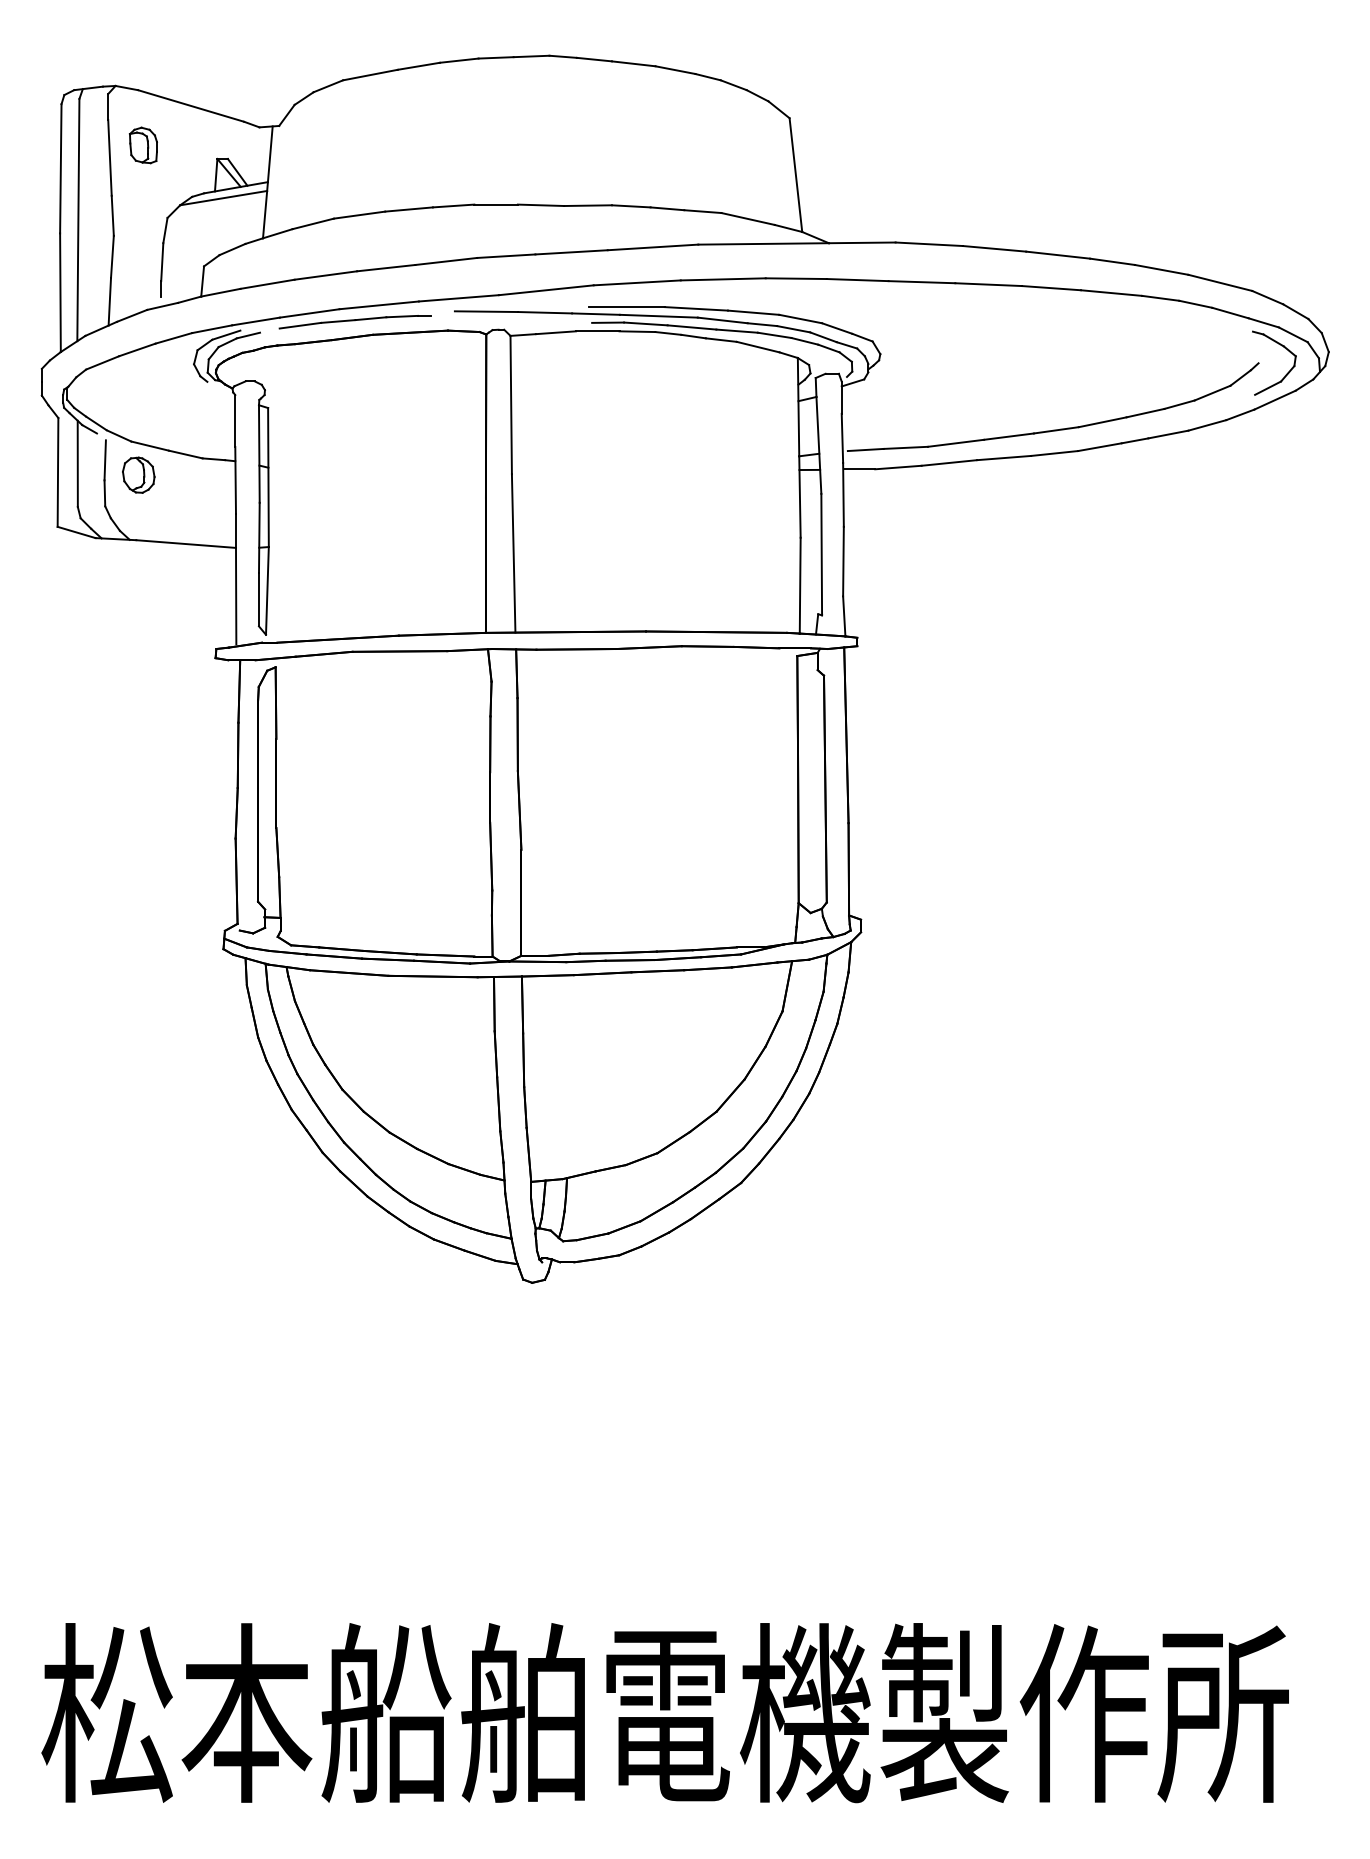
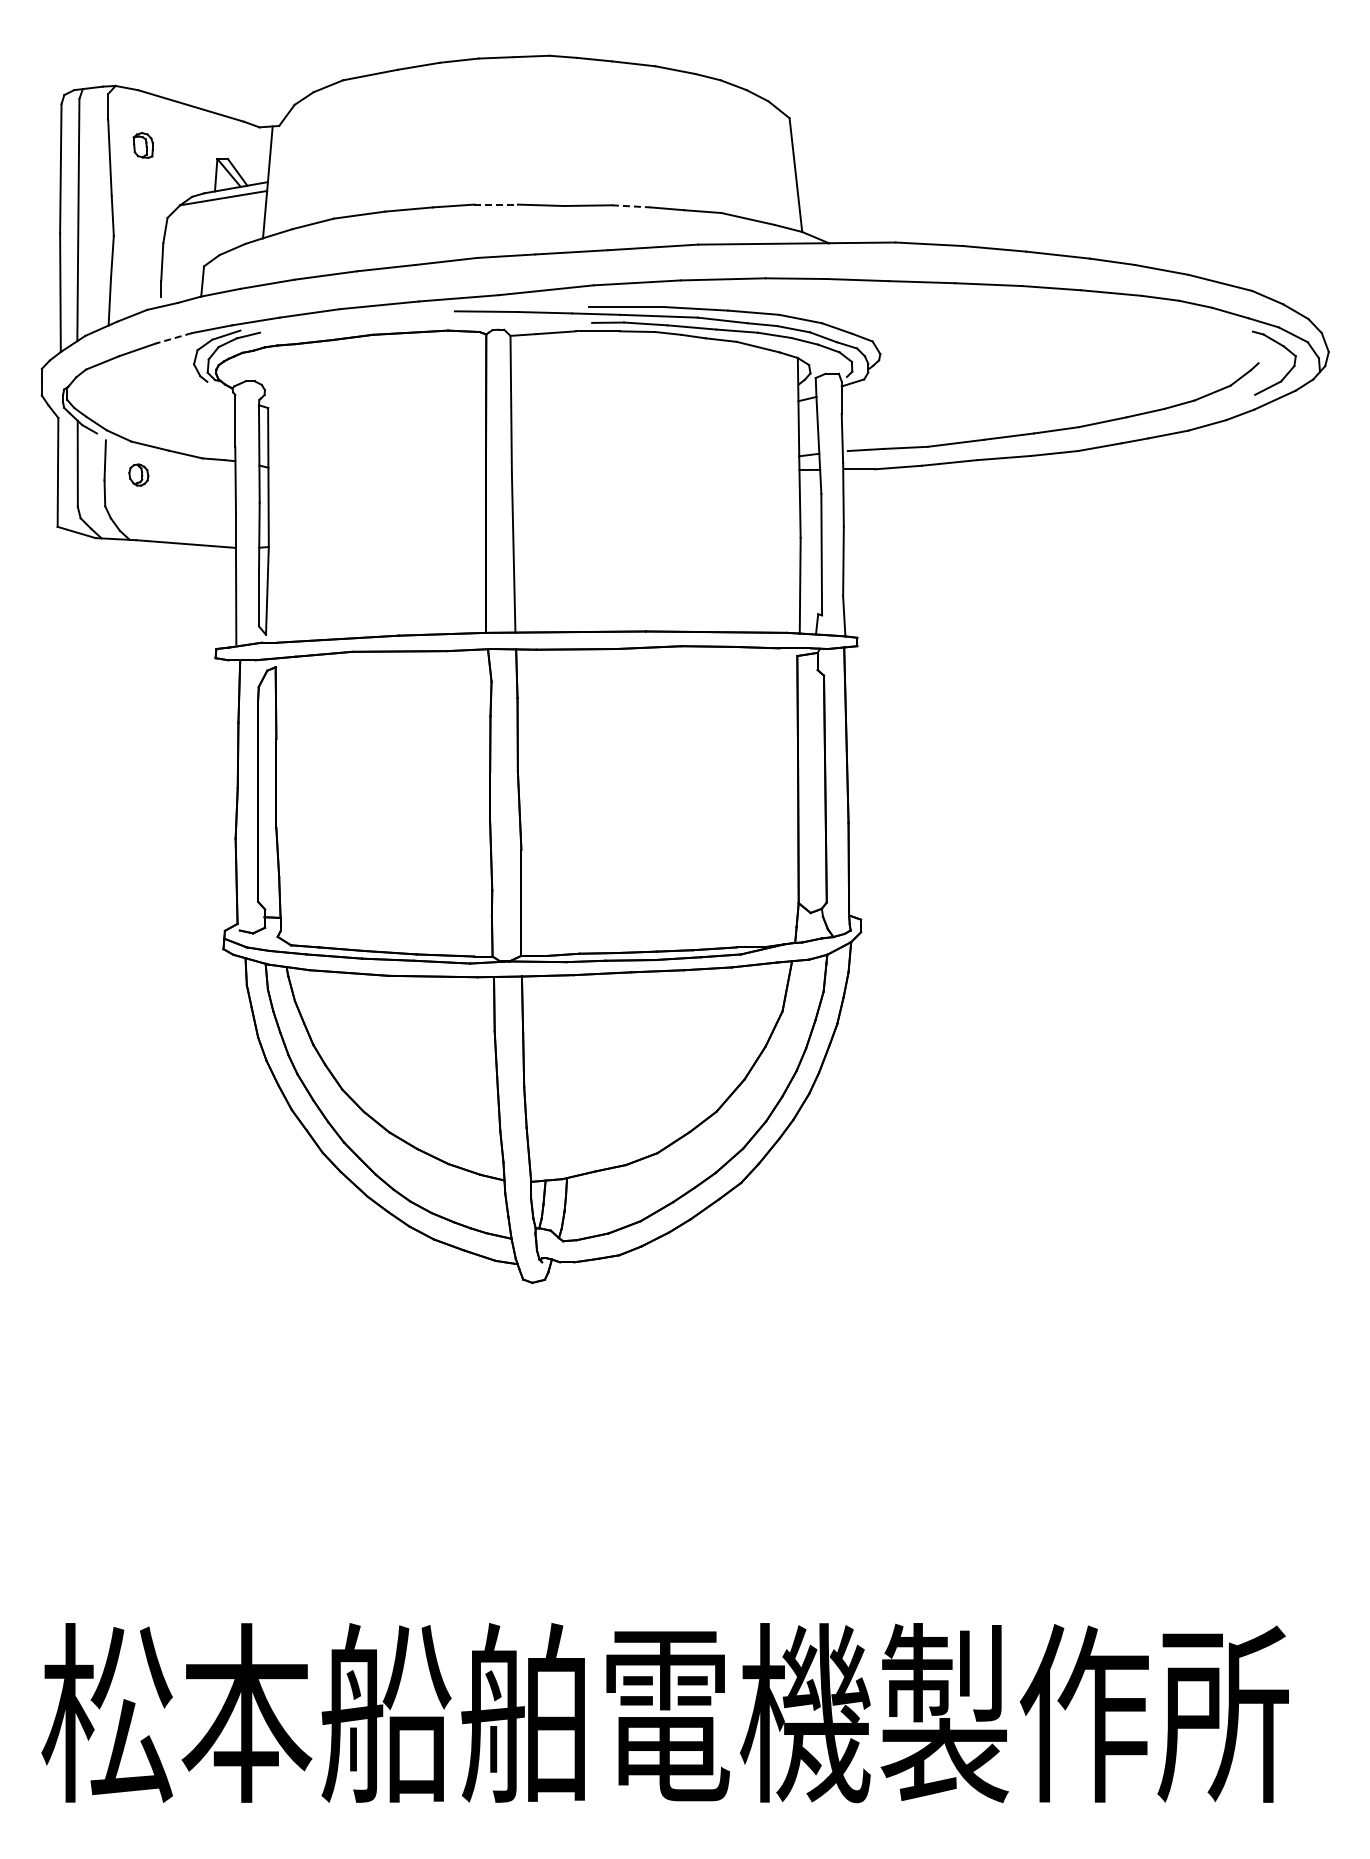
part at (142, 145) size: 30x39 px -> 22x27 px
line at (496, 204): solid -> dashed
line at (631, 206): solid -> dashed
part at (354, 322): present -> none
line at (173, 338): solid -> dashed
part at (138, 474) size: 34x38 px -> 22x24 px
